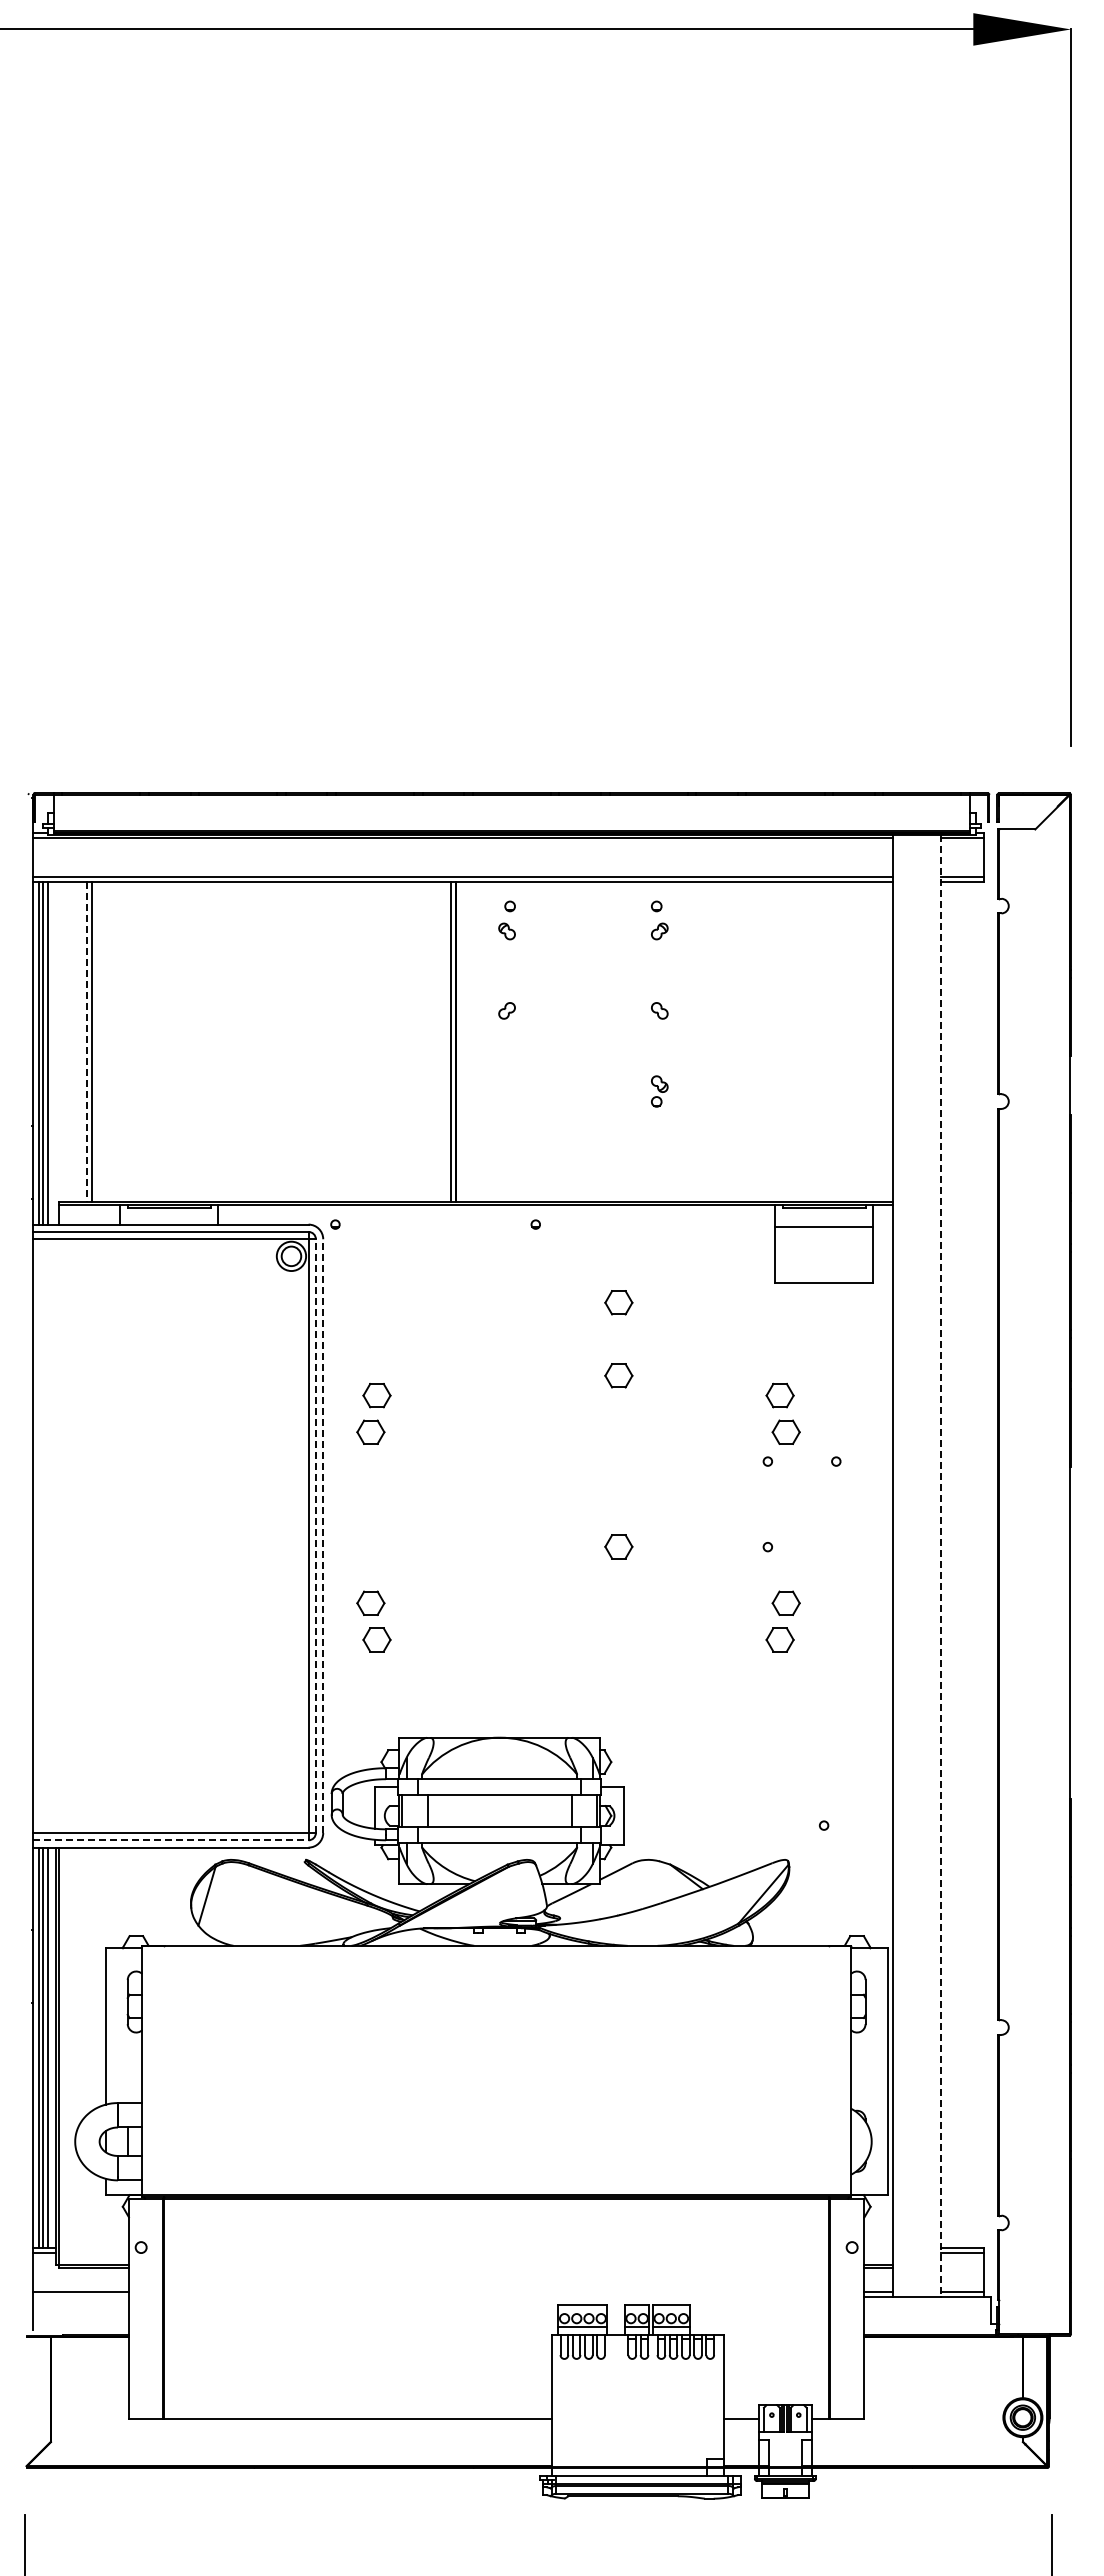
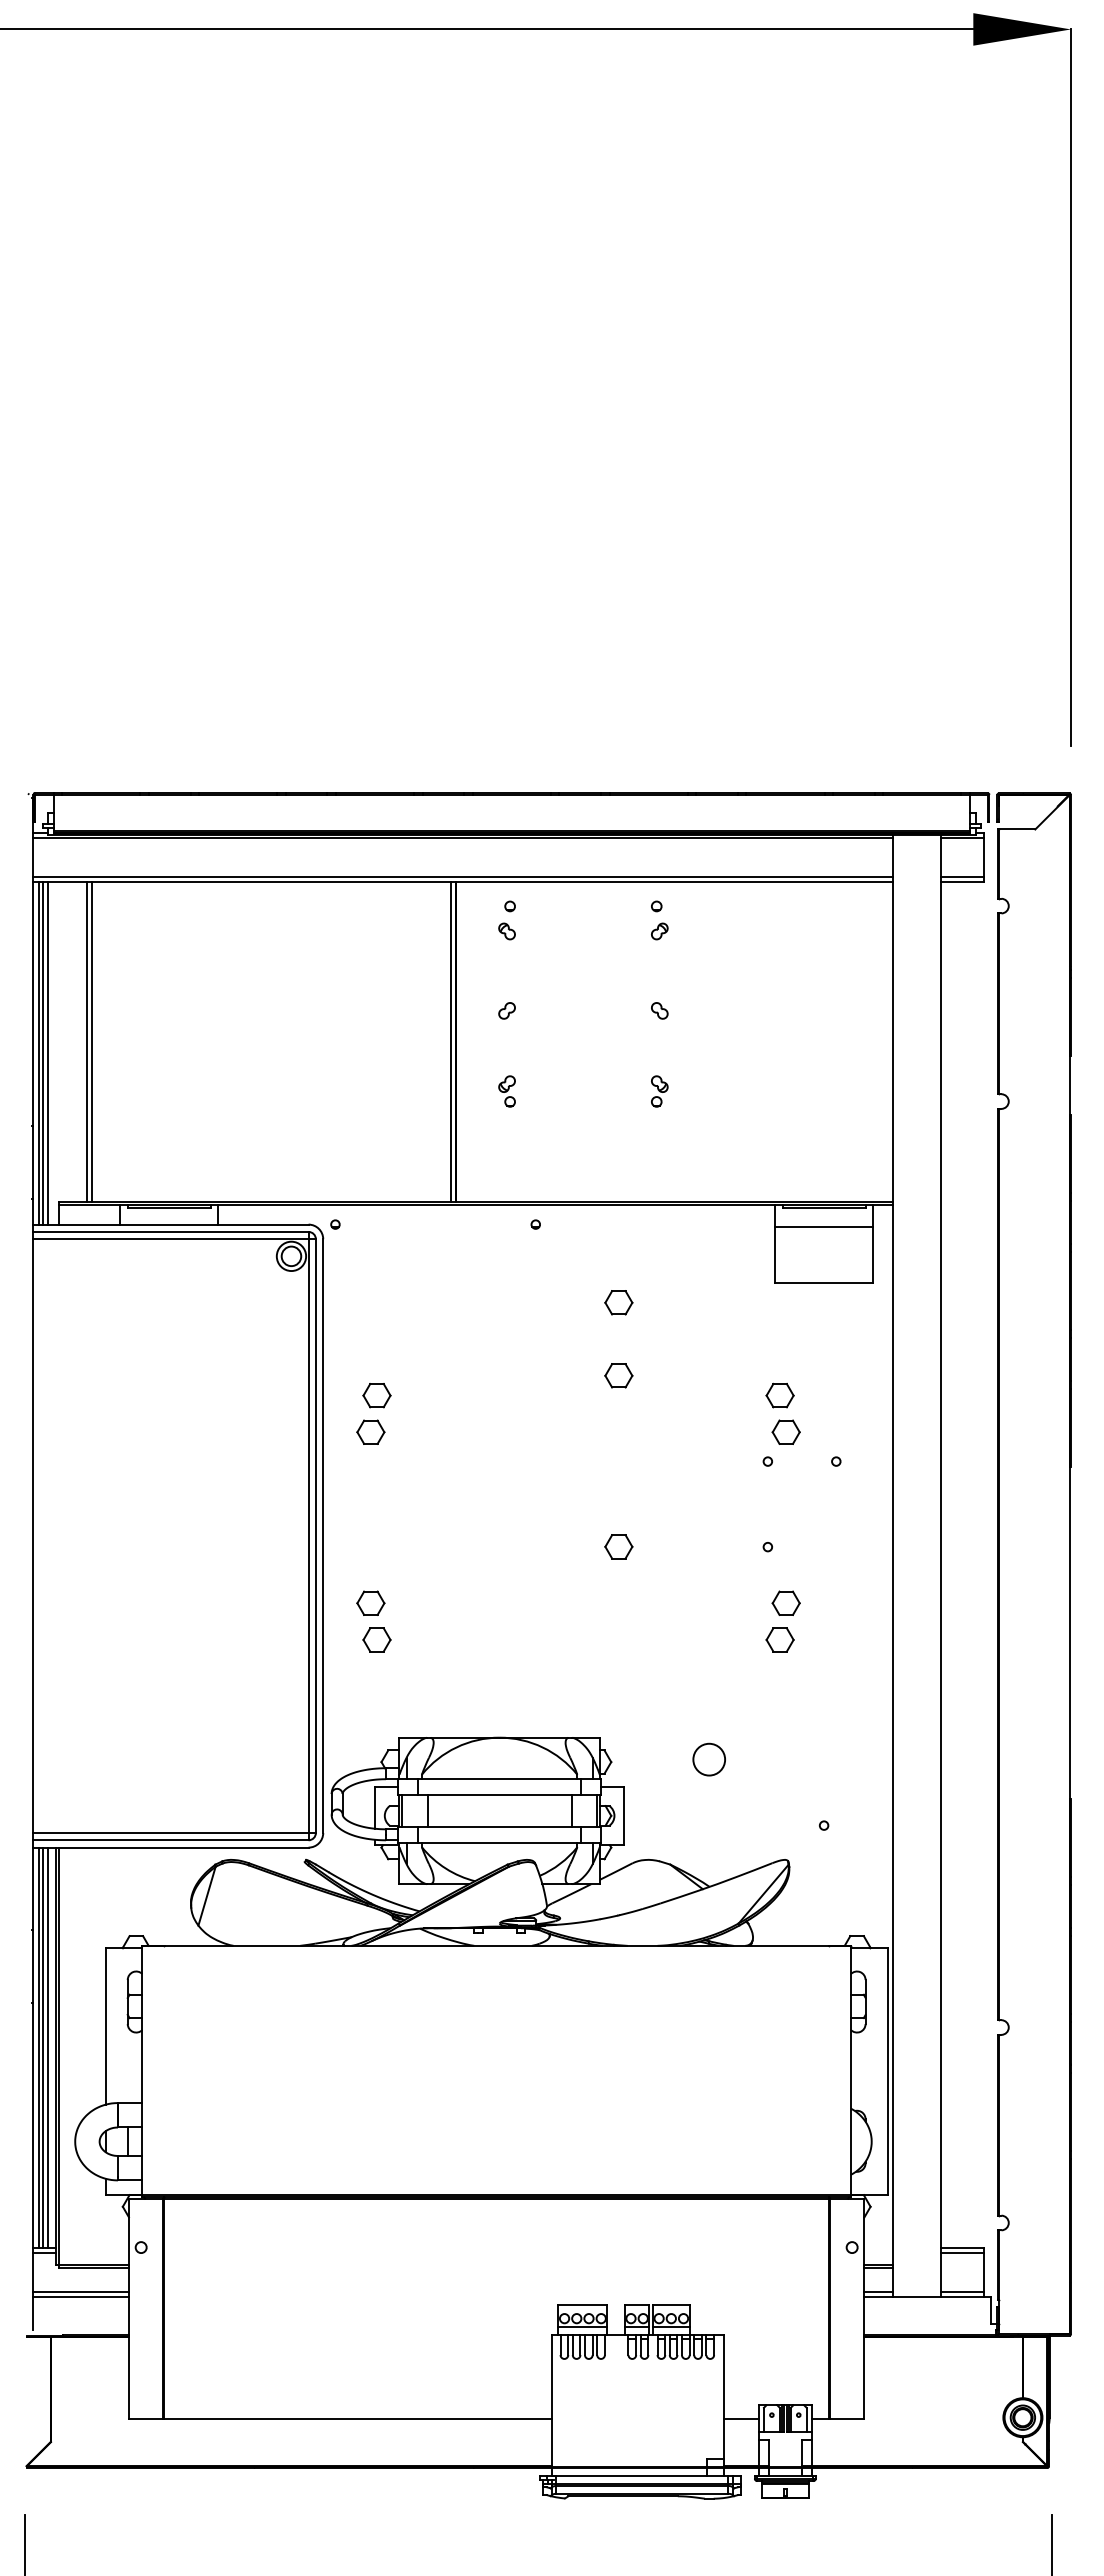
line at (87, 1042): dashed -> solid
part at (506, 1091): none -> present
line at (315, 1536): dashed -> solid
line at (323, 1536): dashed -> solid
line at (941, 1565): dashed -> solid
circle at (708, 1759): none -> present
line at (170, 1840): dashed -> solid
line at (80, 2296): none -> present
